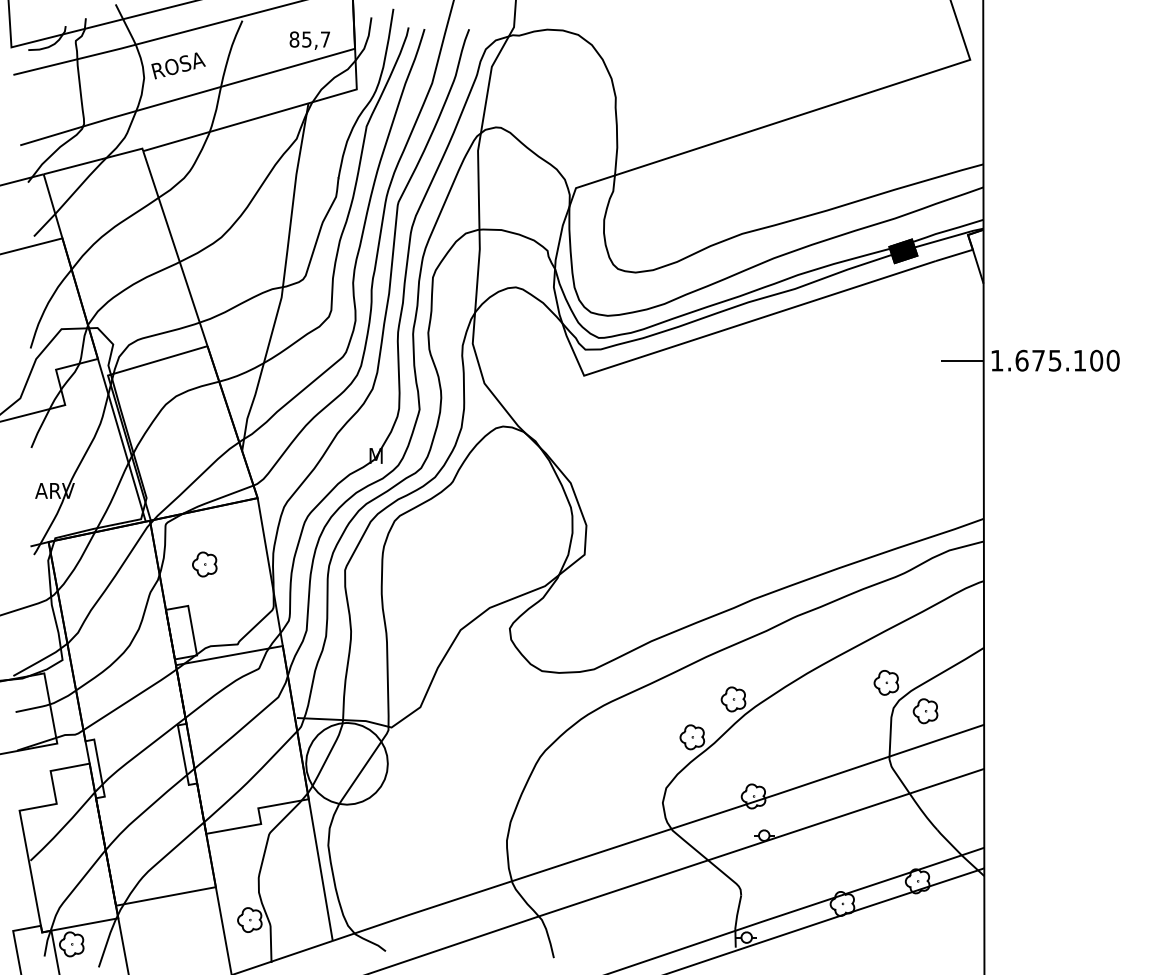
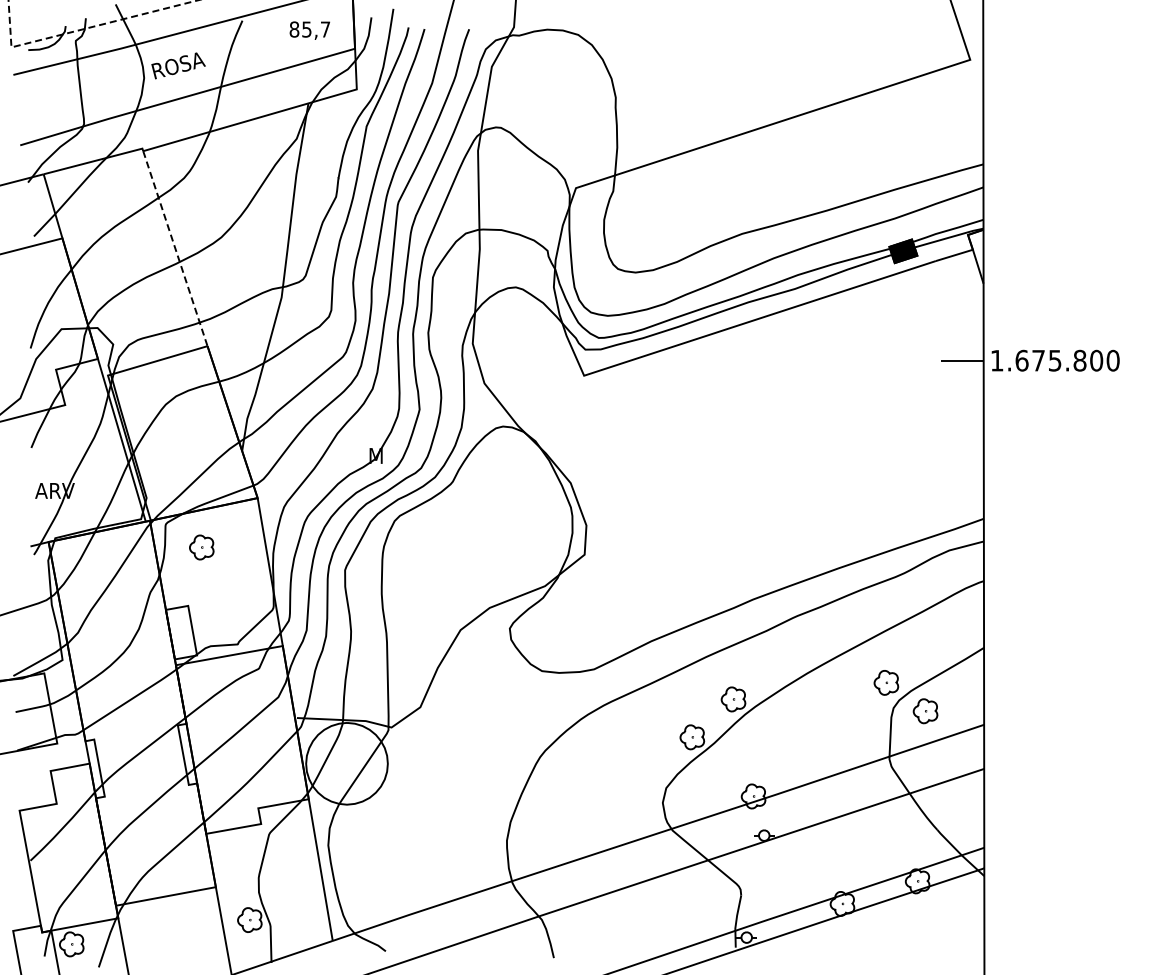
line at (82, 29): solid -> dashed
text at (309, 40) position: (309, 40) -> (309, 30)
line at (175, 248): solid -> dashed
text at (1079, 360): 1.675.100 -> 1.675.800
part at (204, 564) position: (204, 564) -> (201, 547)
